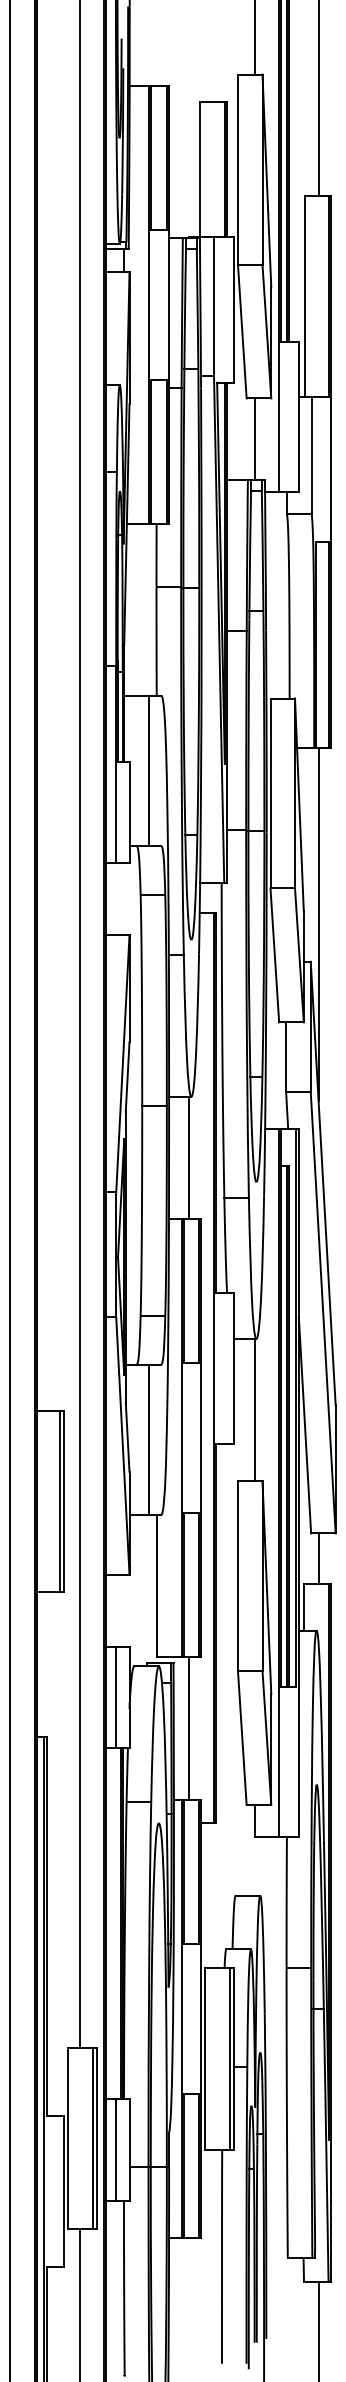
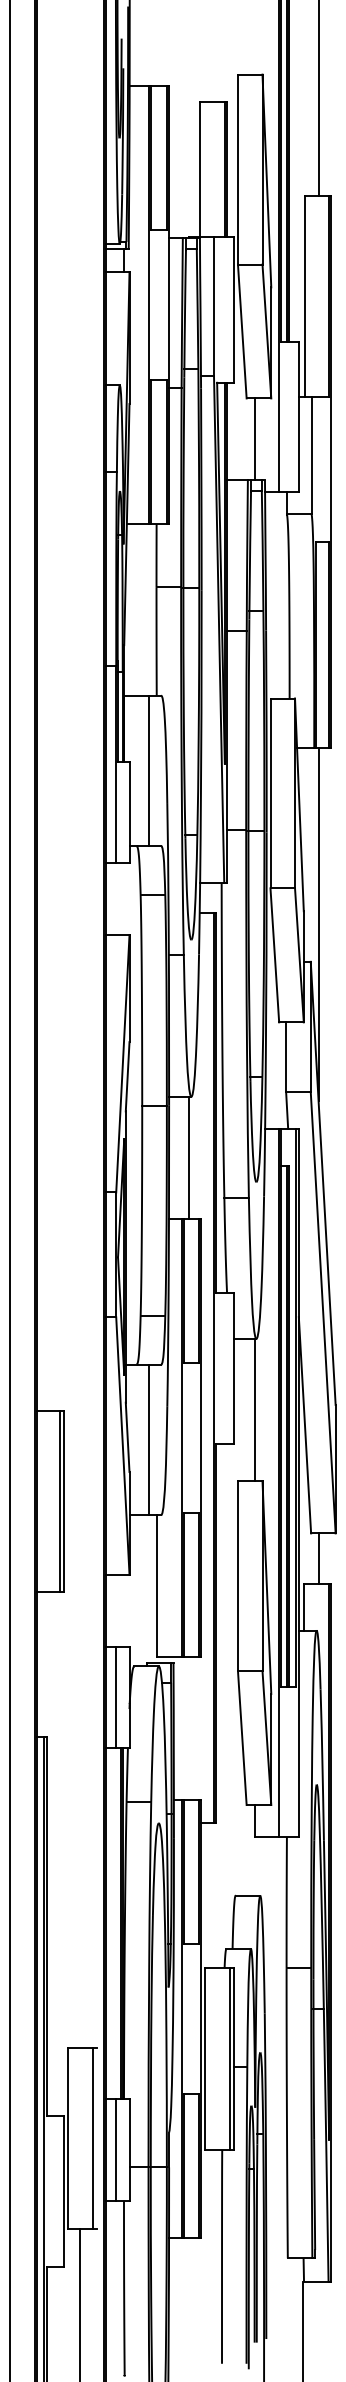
line at (254, 38): present -> none
line at (79, 1024): present -> none
line at (189, 1728): present -> none
line at (96, 2138): present -> none
line at (318, 2330) position: (318, 2330) -> (302, 2330)
